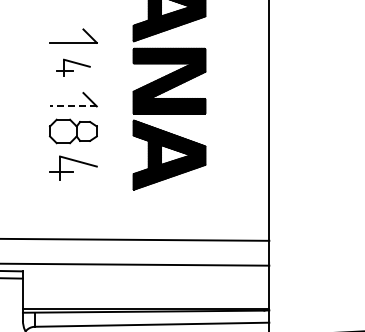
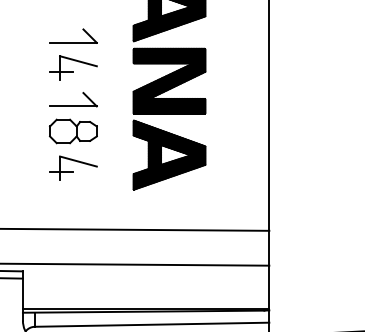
part at (73, 67) size: 35x19 px -> 49x26 px
line at (72, 106): dashed -> solid
line at (135, 239) position: (135, 239) -> (135, 229)
